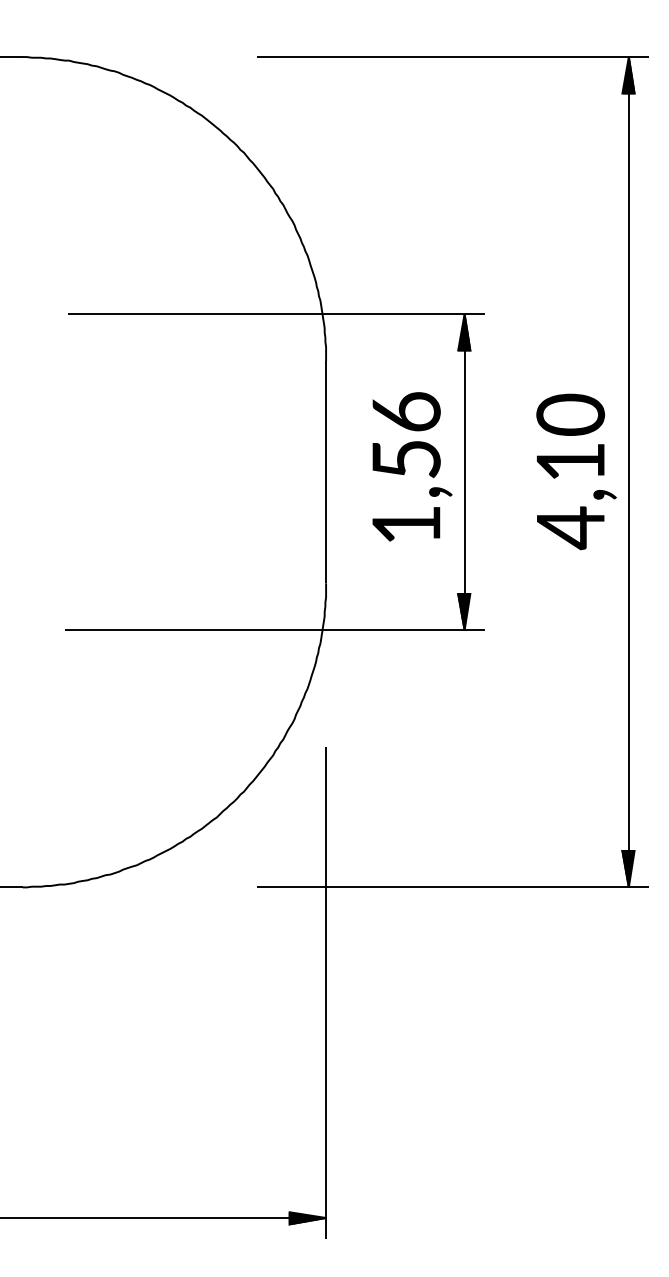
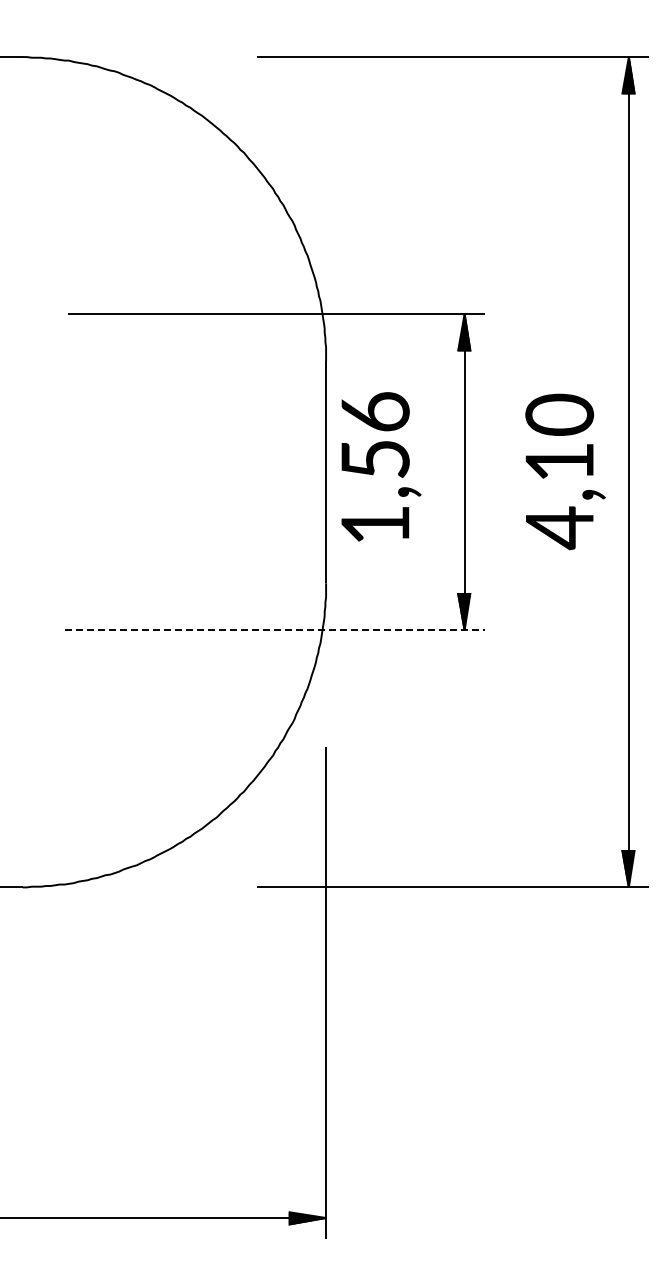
text at (412, 466) position: (412, 466) -> (381, 466)
text at (576, 471) position: (576, 471) -> (565, 471)
line at (274, 630): solid -> dashed
